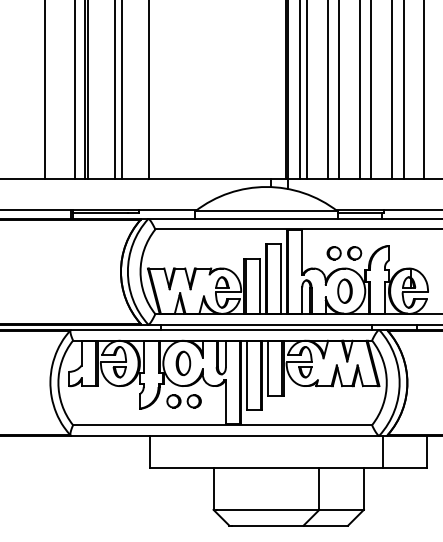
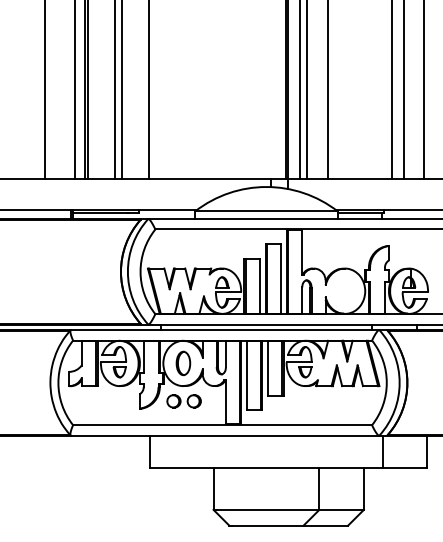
line at (339, 90): present -> none
line at (359, 90): present -> none
line at (371, 90): present -> none
part at (344, 253): present -> none
part at (344, 290): present -> none
